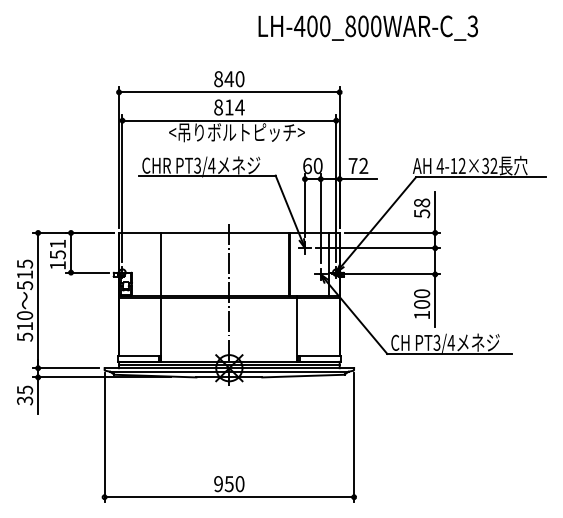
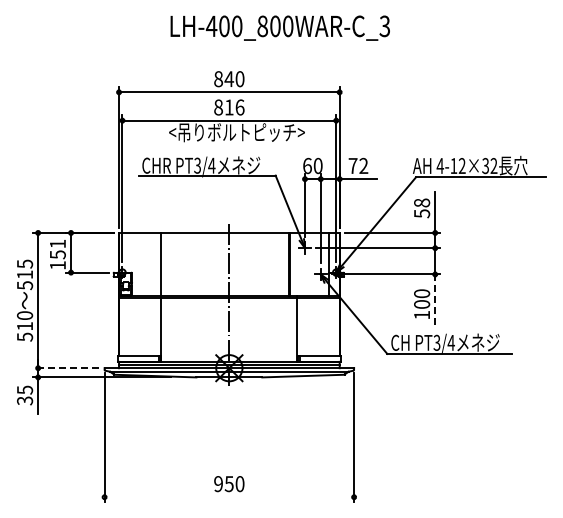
text at (367, 27) position: (367, 27) -> (279, 27)
text at (239, 107): 814 -> 816
line at (435, 301): solid -> dashed
line at (65, 368): solid -> dashed
line at (229, 497): present -> none
